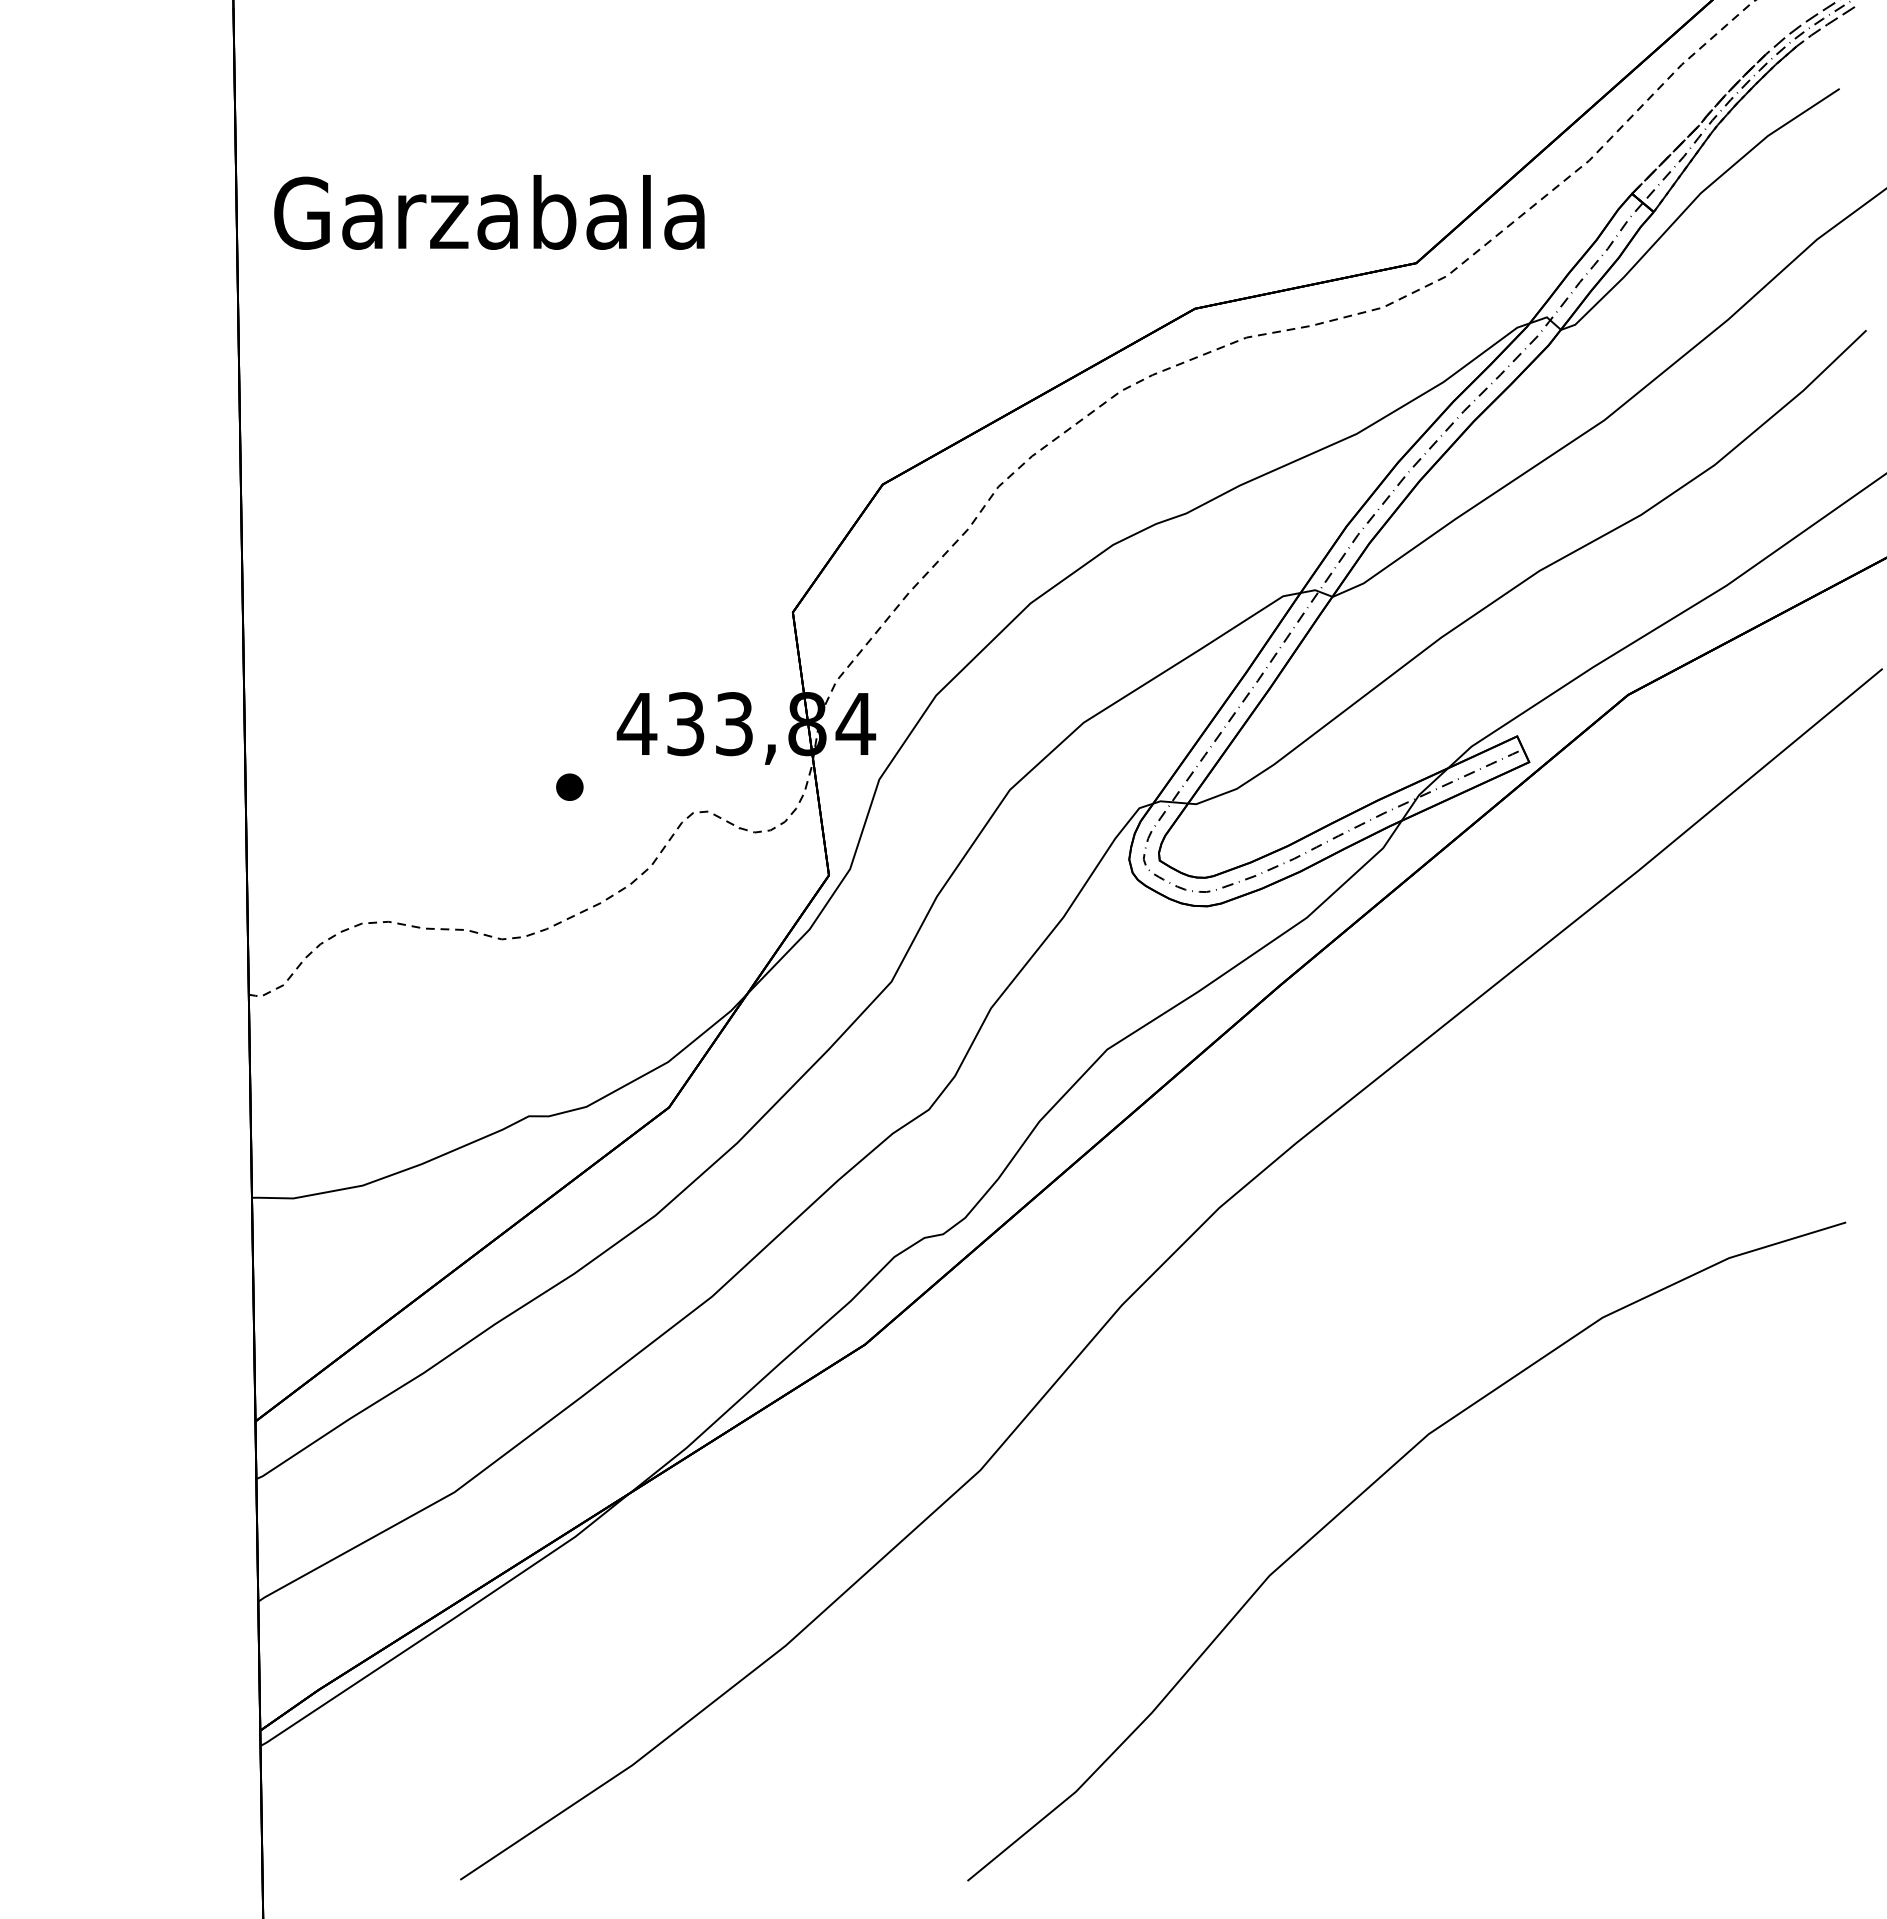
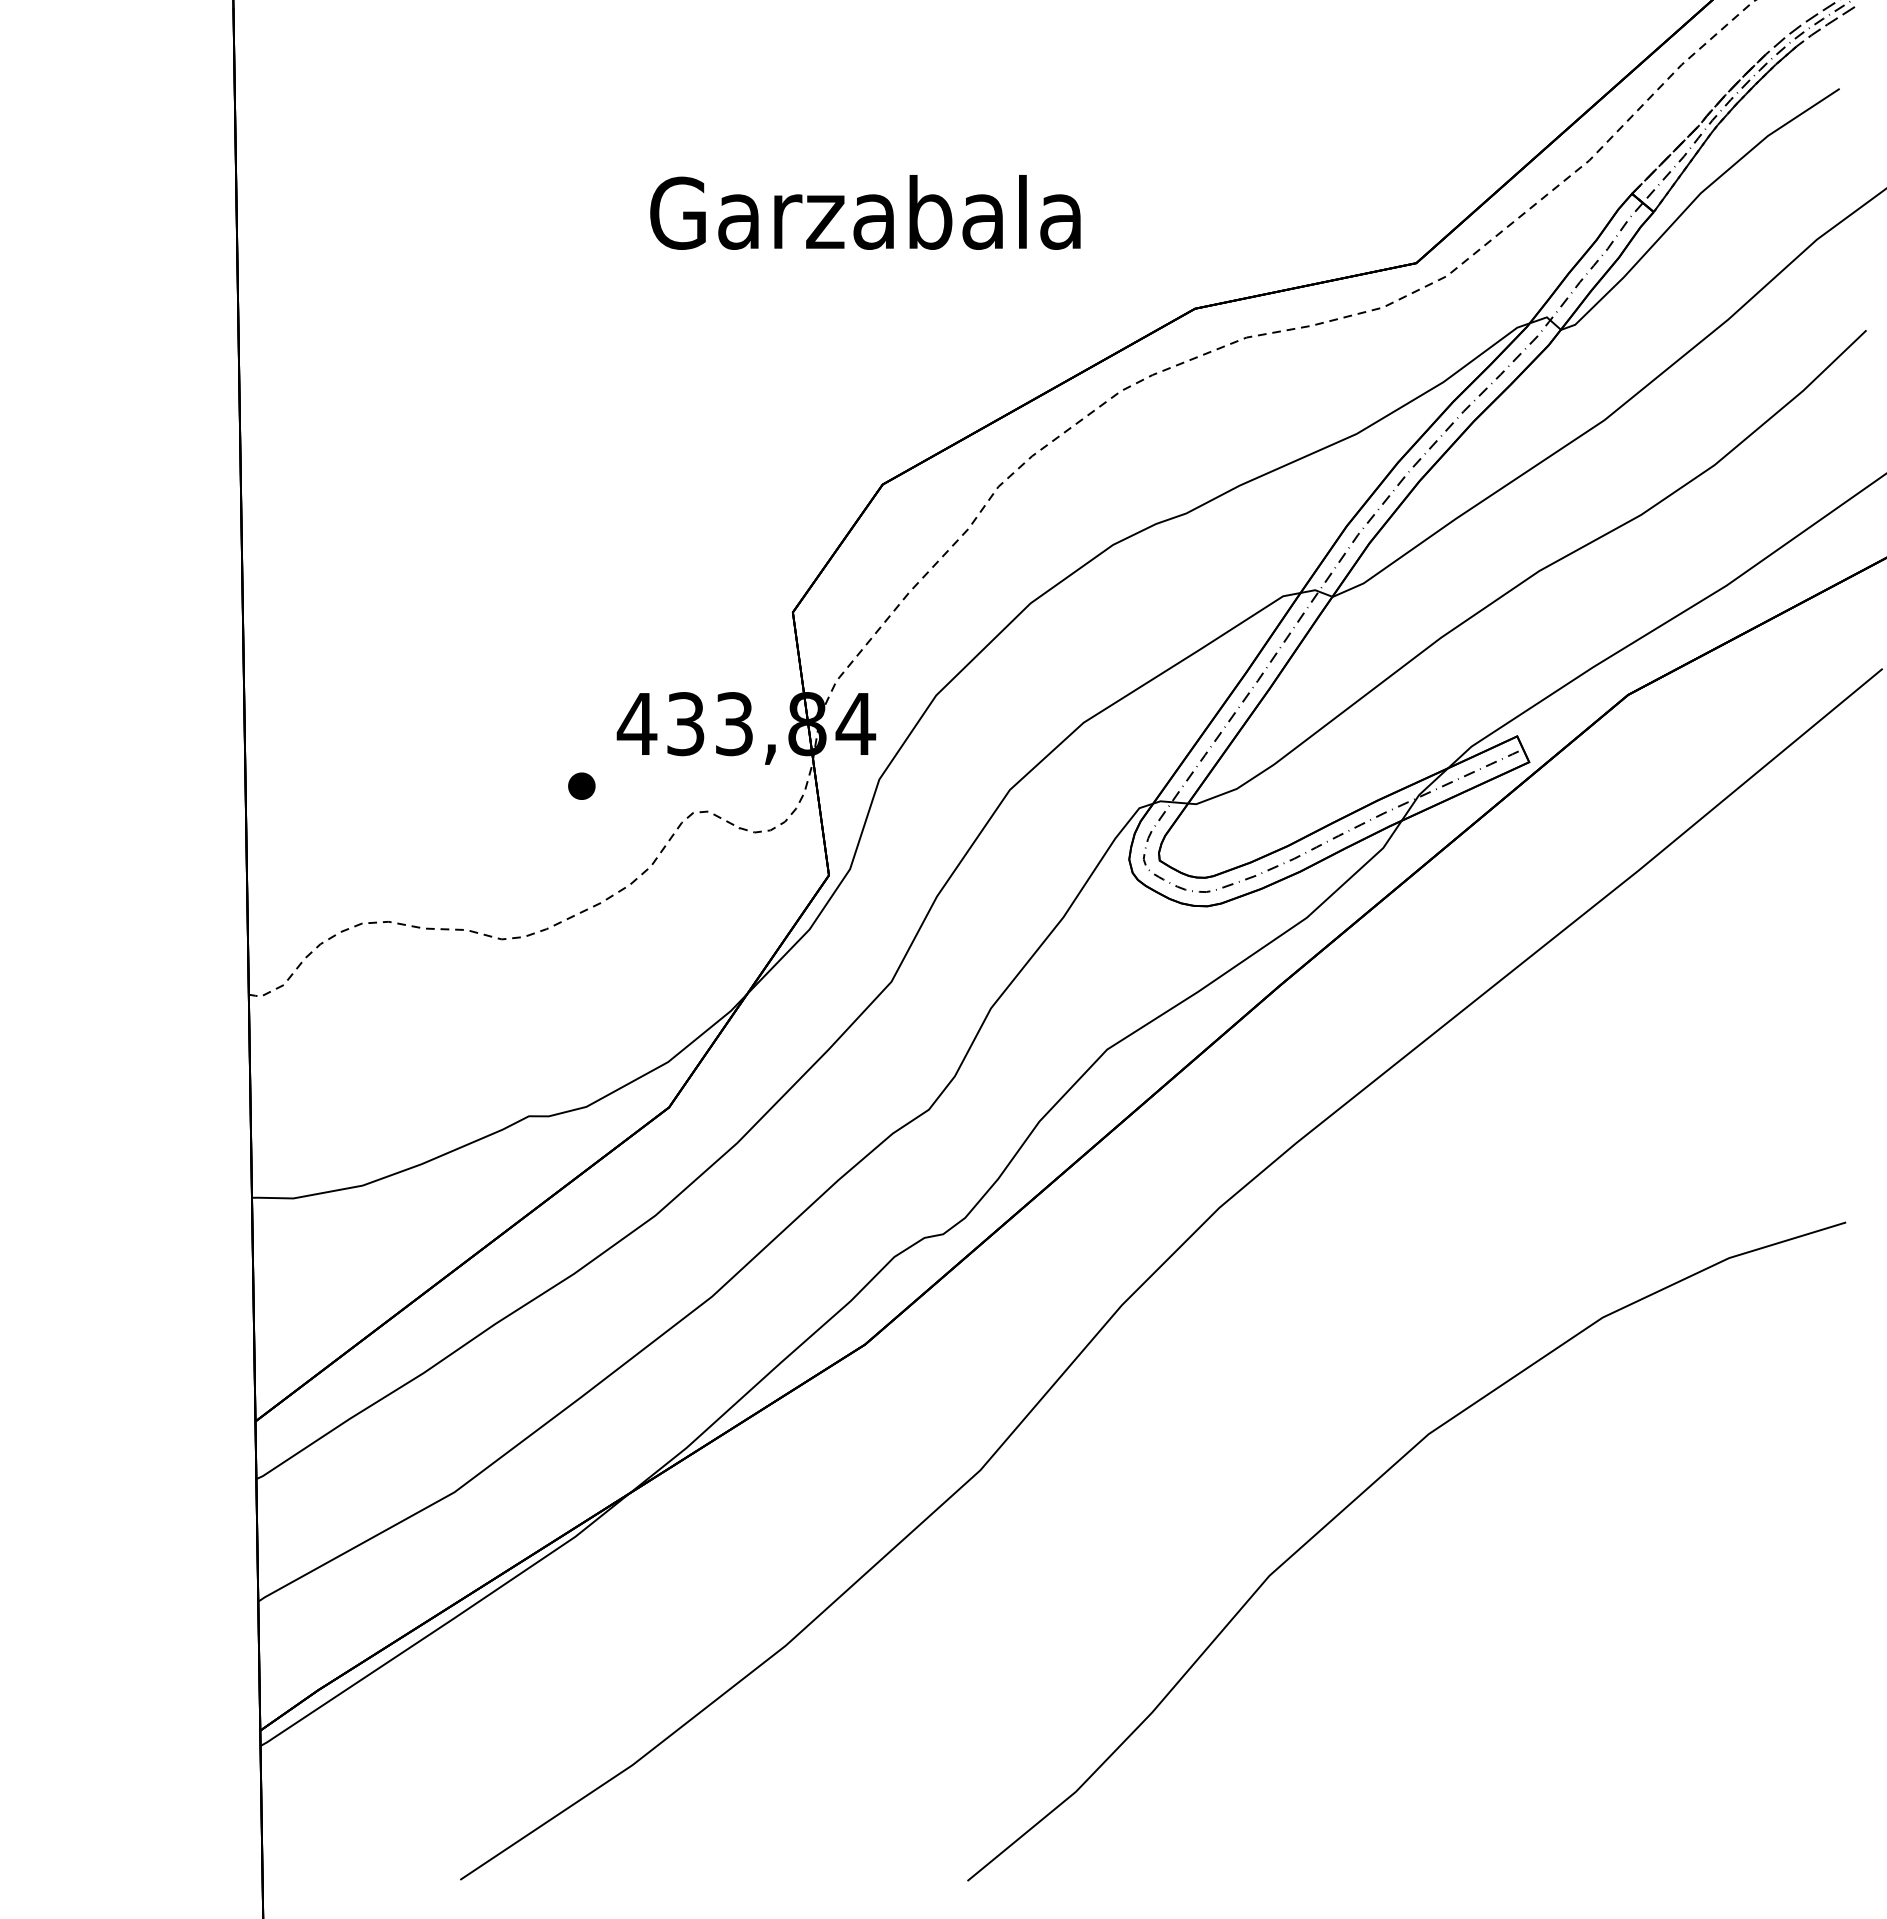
text at (489, 212) position: (489, 212) -> (865, 212)
part at (569, 786) position: (569, 786) -> (581, 785)
